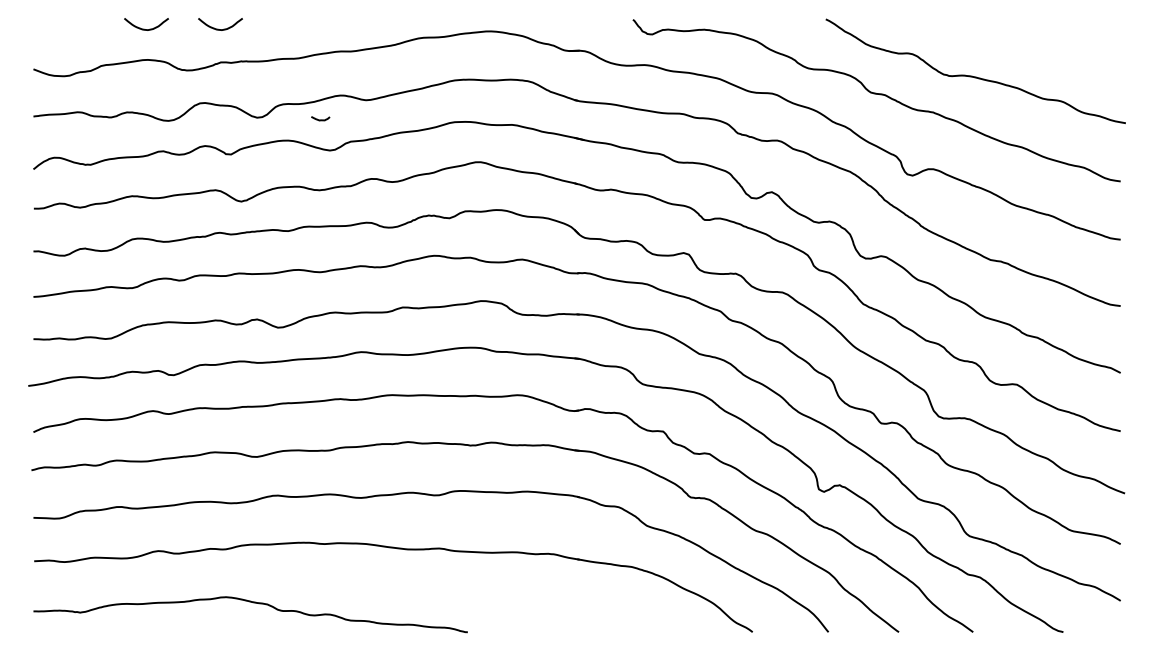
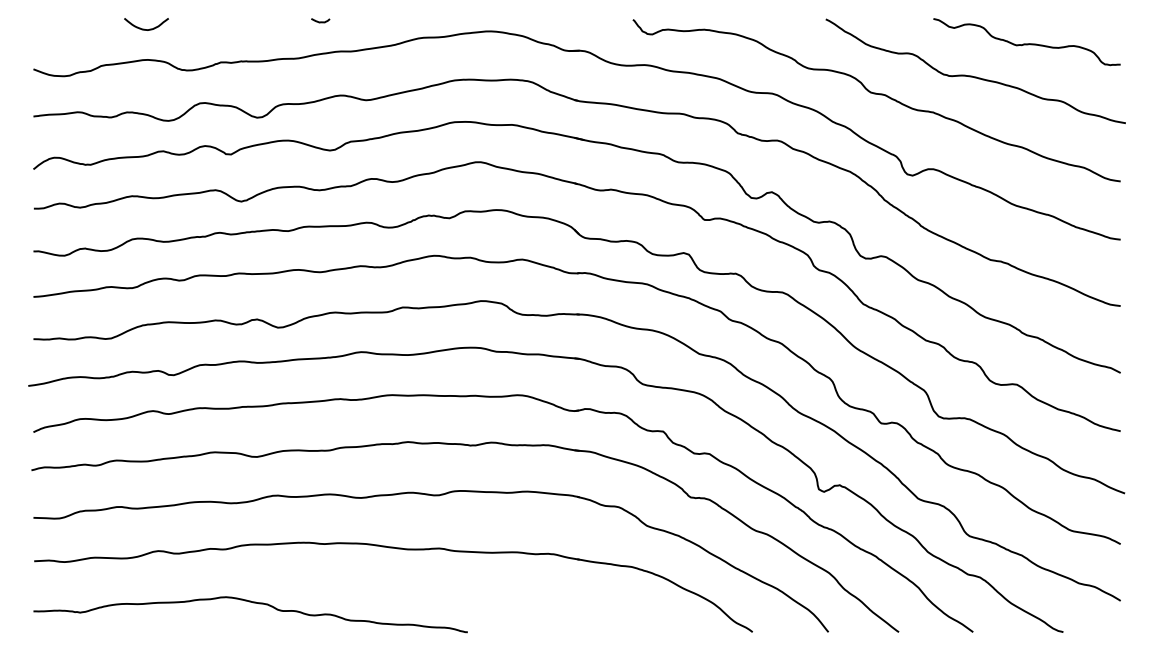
curve at (218, 28): present -> none
curve at (1026, 43): none -> present
curve at (320, 119) position: (320, 119) -> (320, 21)
